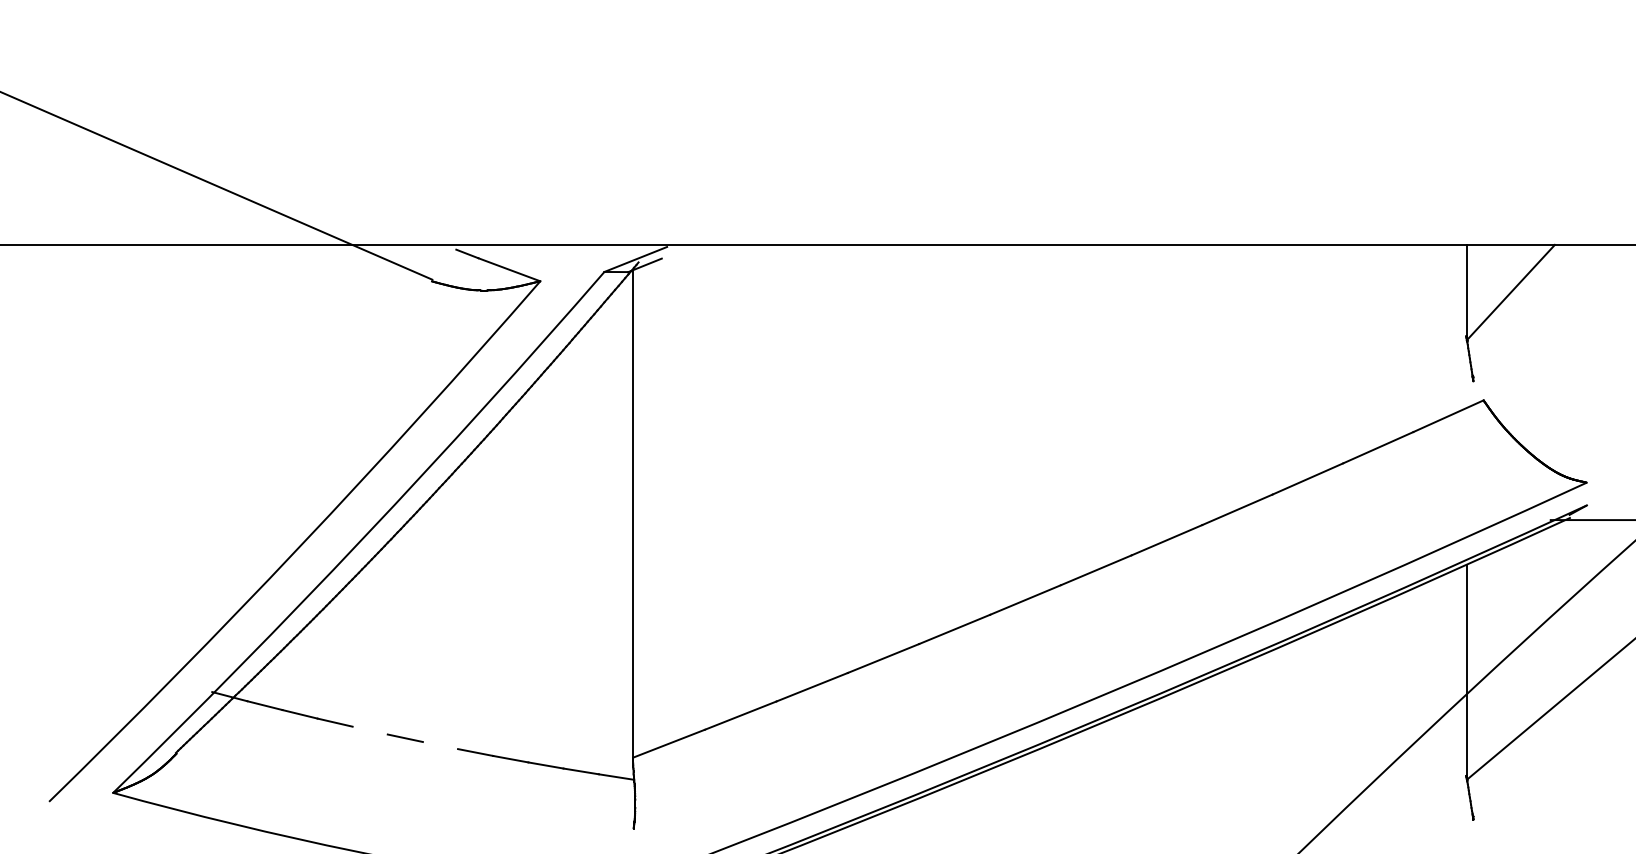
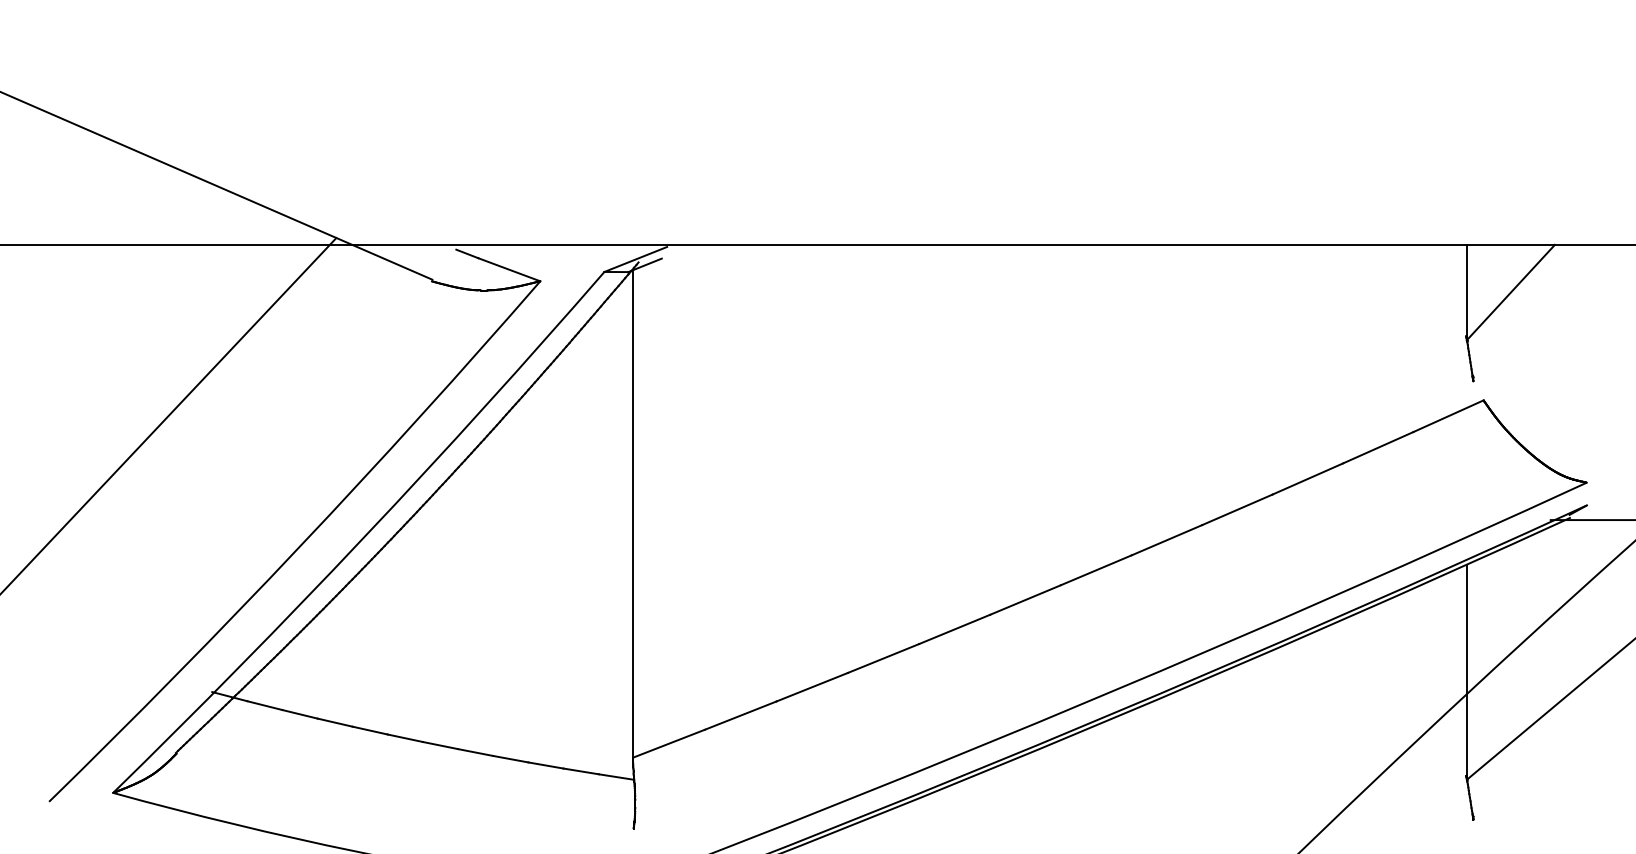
line at (169, 415): none -> present
line at (369, 730): none -> present
line at (440, 745): none -> present
